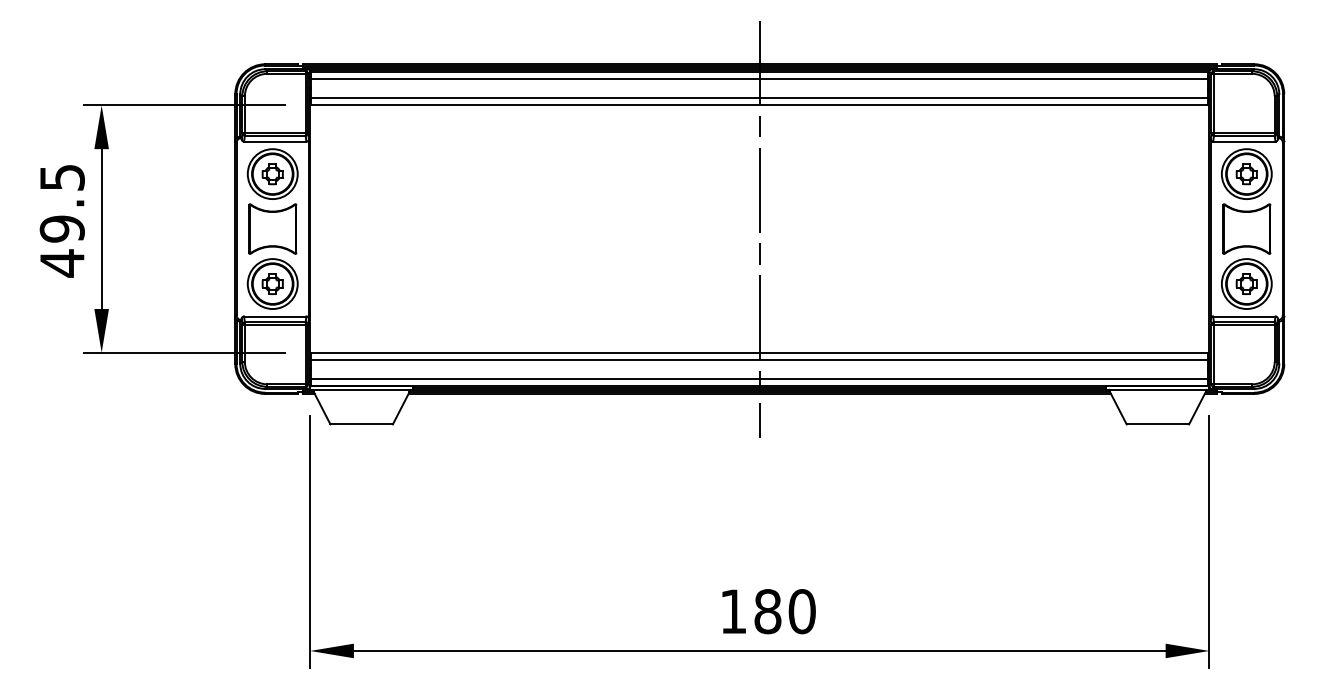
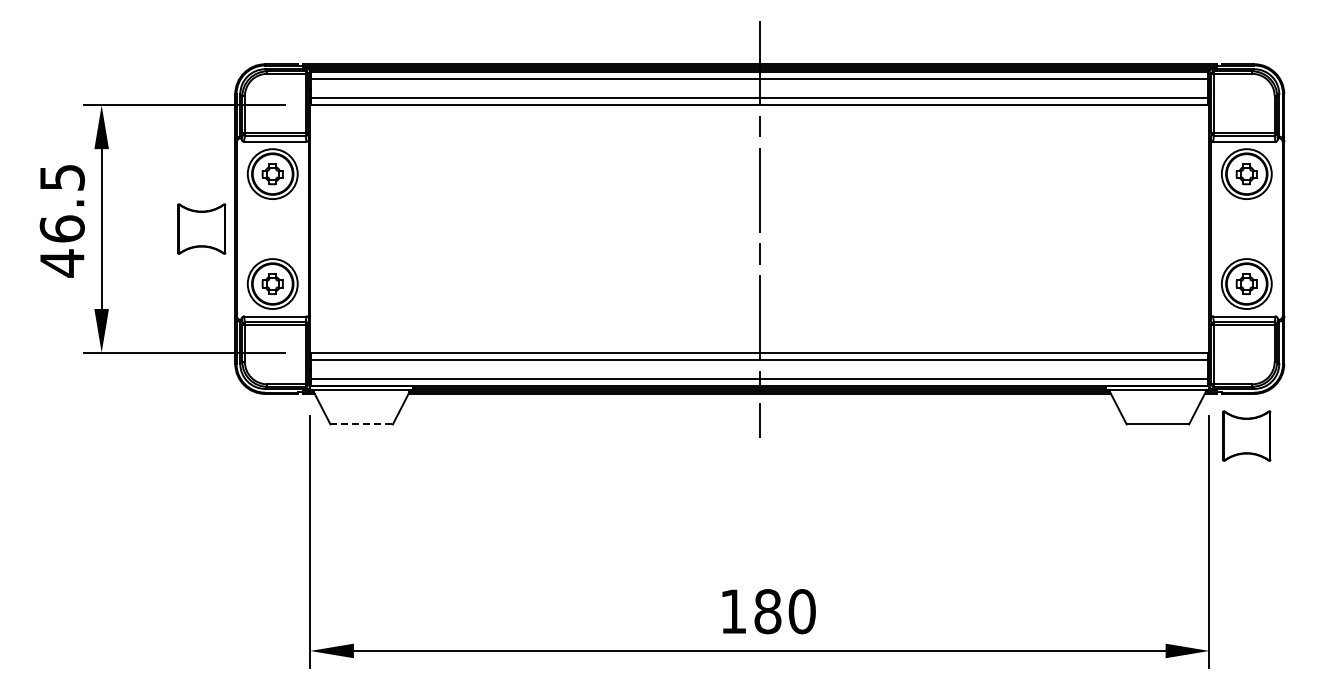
text at (61, 228): 49.5 -> 46.5
part at (272, 228) position: (272, 228) -> (201, 228)
part at (1246, 228) position: (1246, 228) -> (1246, 435)
line at (362, 424): solid -> dashed
